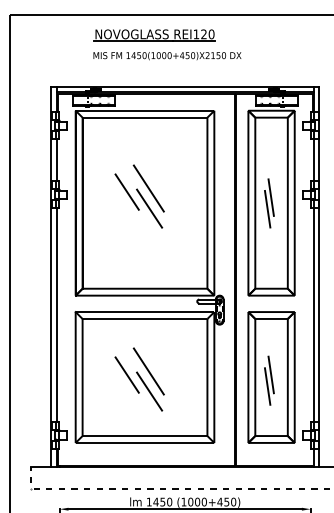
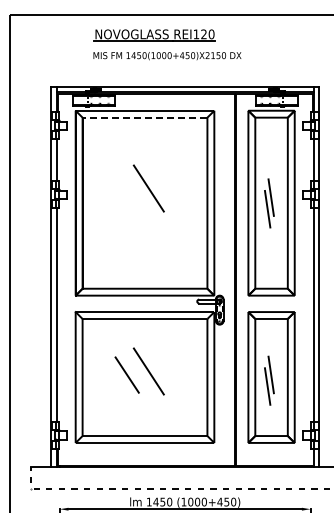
line at (144, 117): solid -> dashed
part at (138, 200): present -> none
line at (149, 391): present -> none
